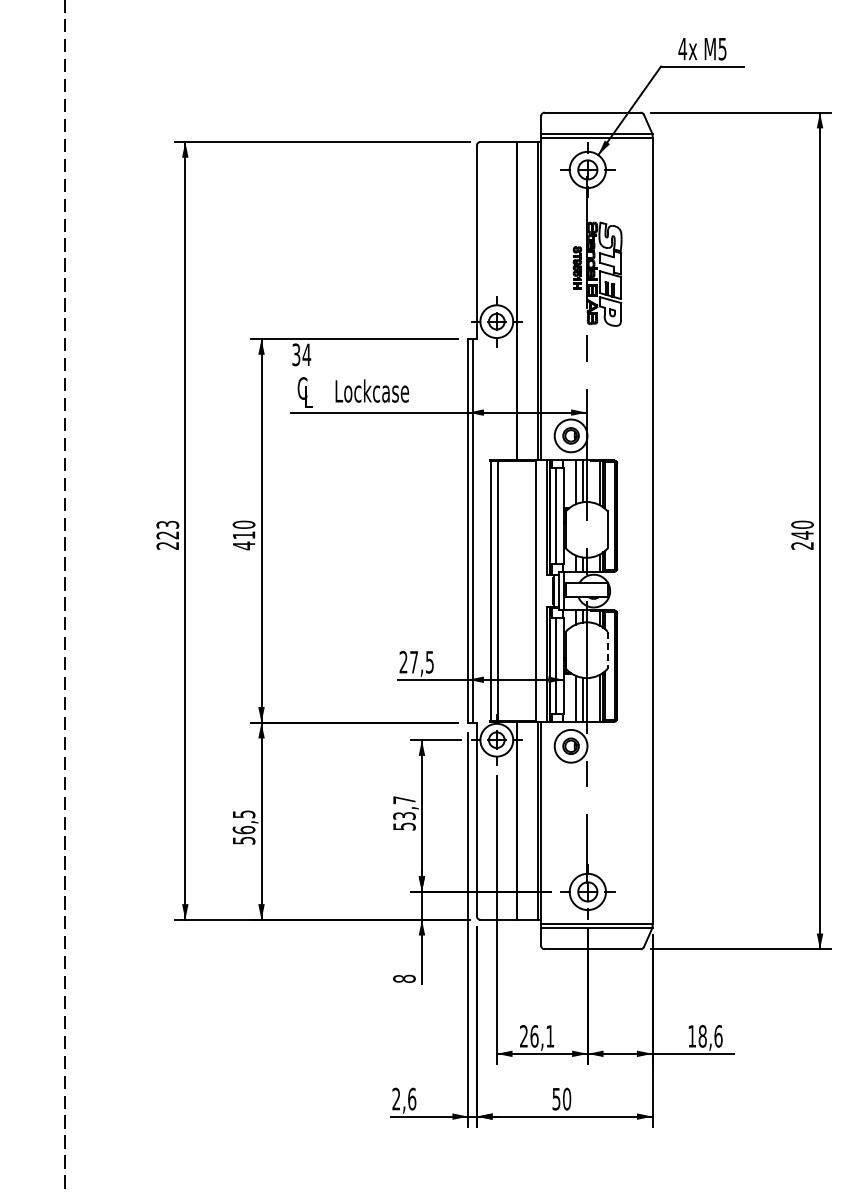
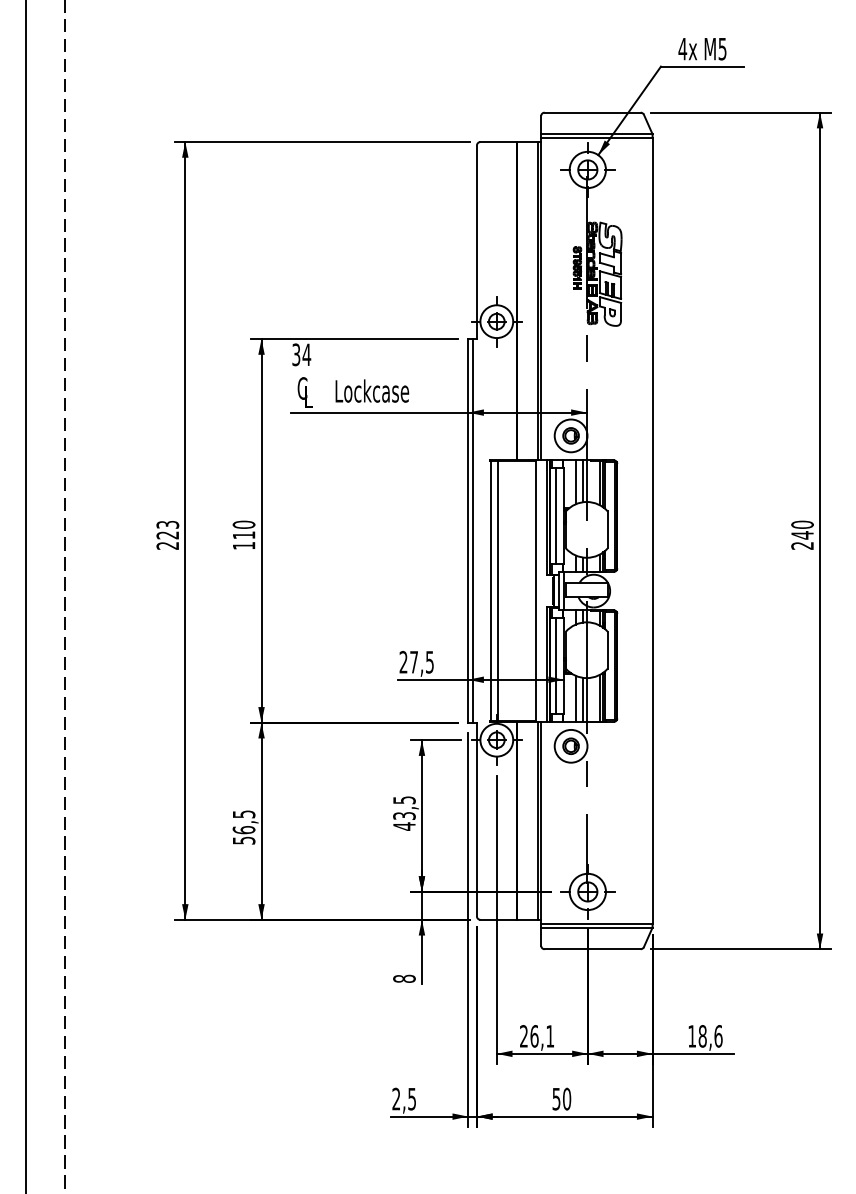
text at (244, 545): 410 -> 110
line at (25, 596): none -> present
line at (607, 650): dashed -> solid
text at (404, 813): 53,7 -> 43,5
text at (412, 1098): 2,6 -> 2,5
